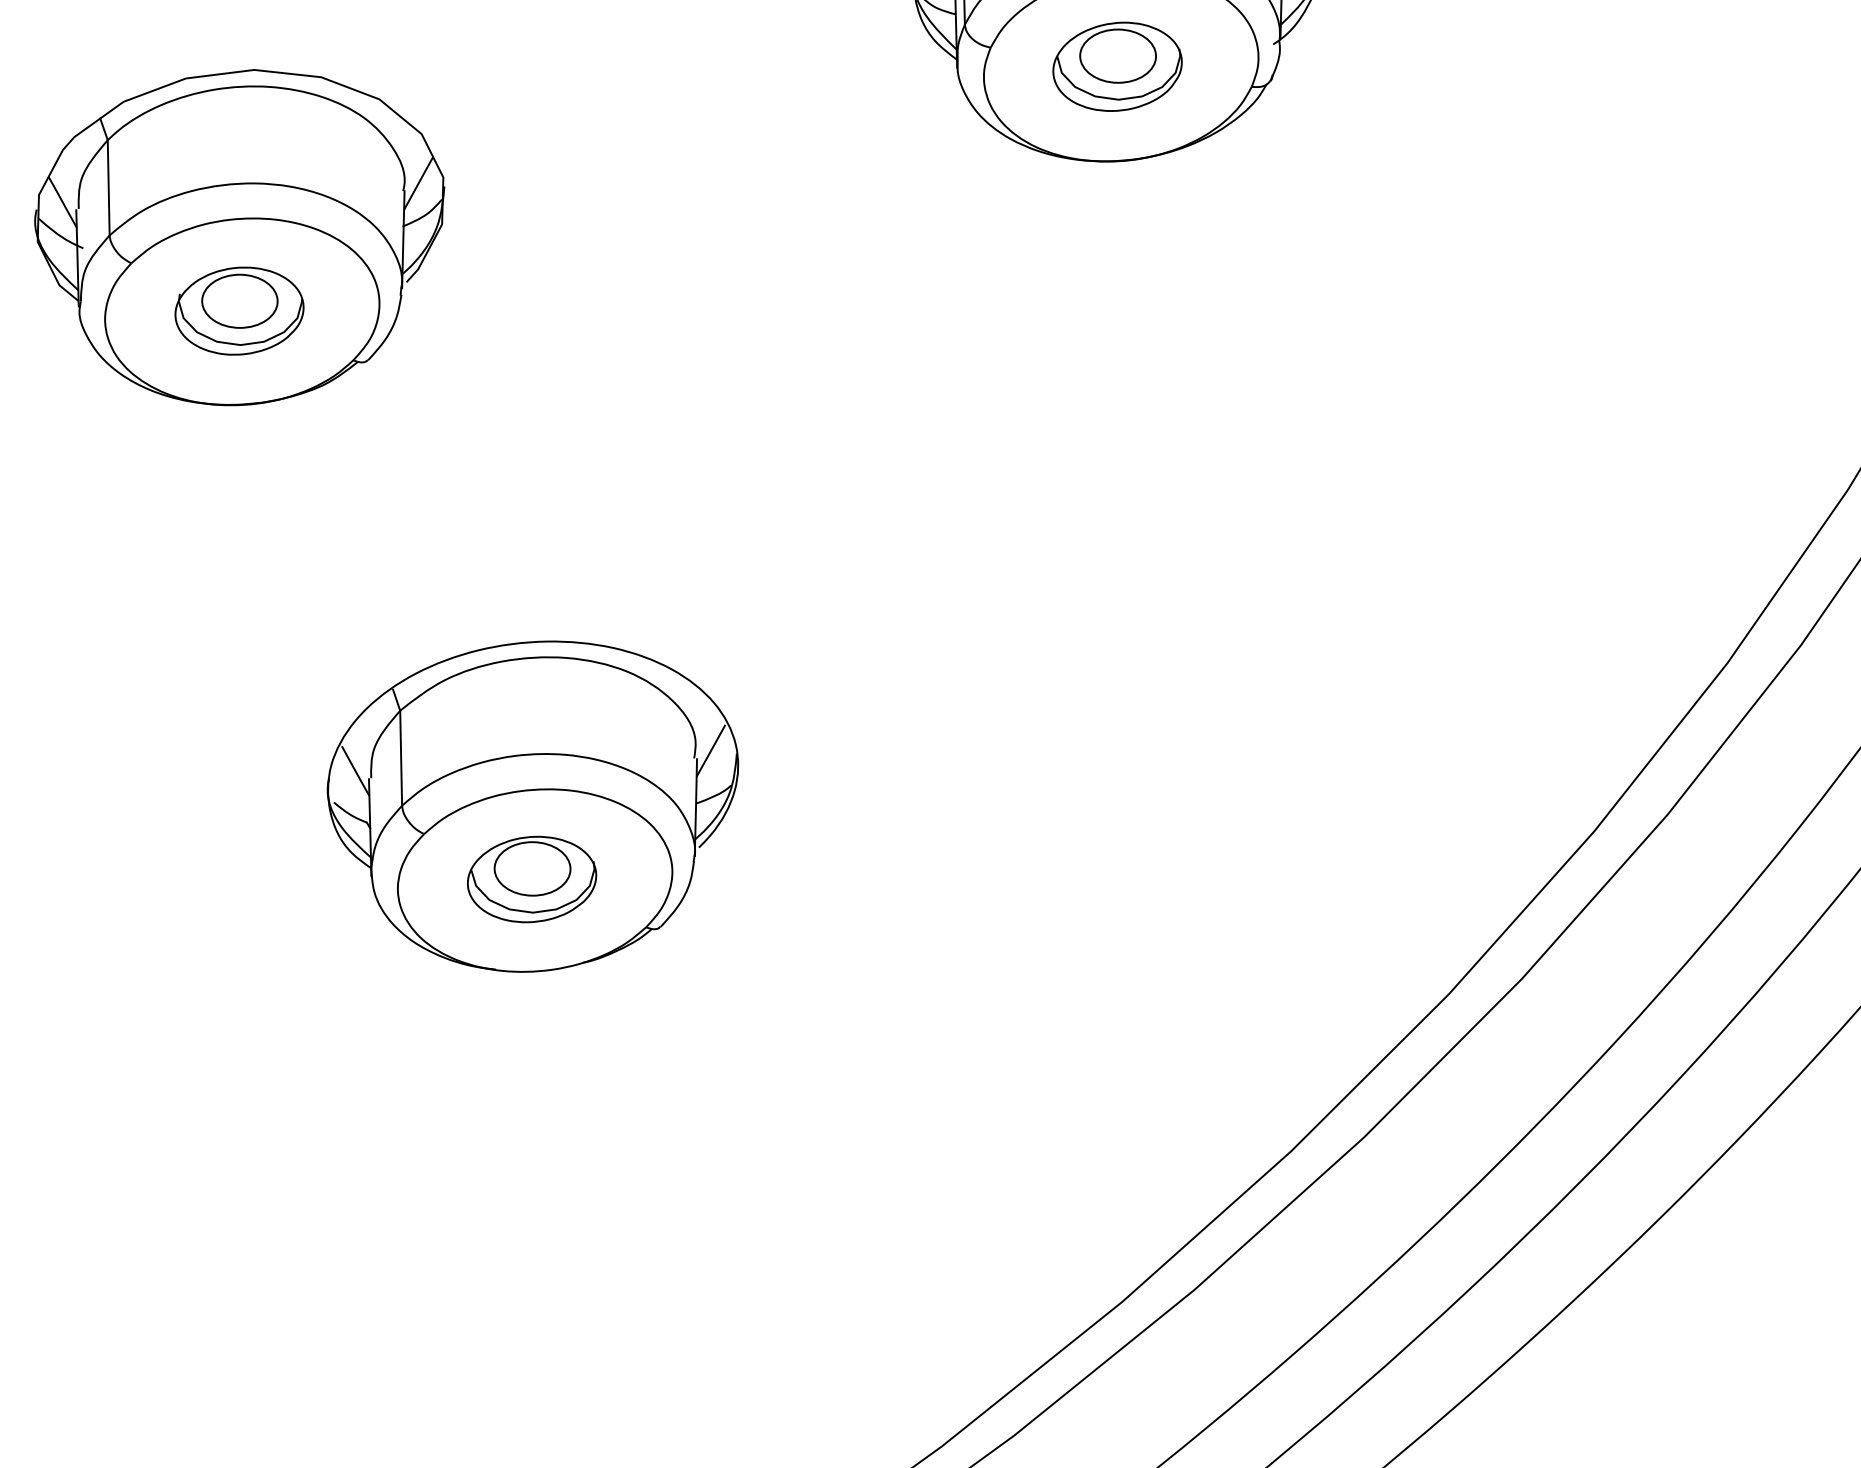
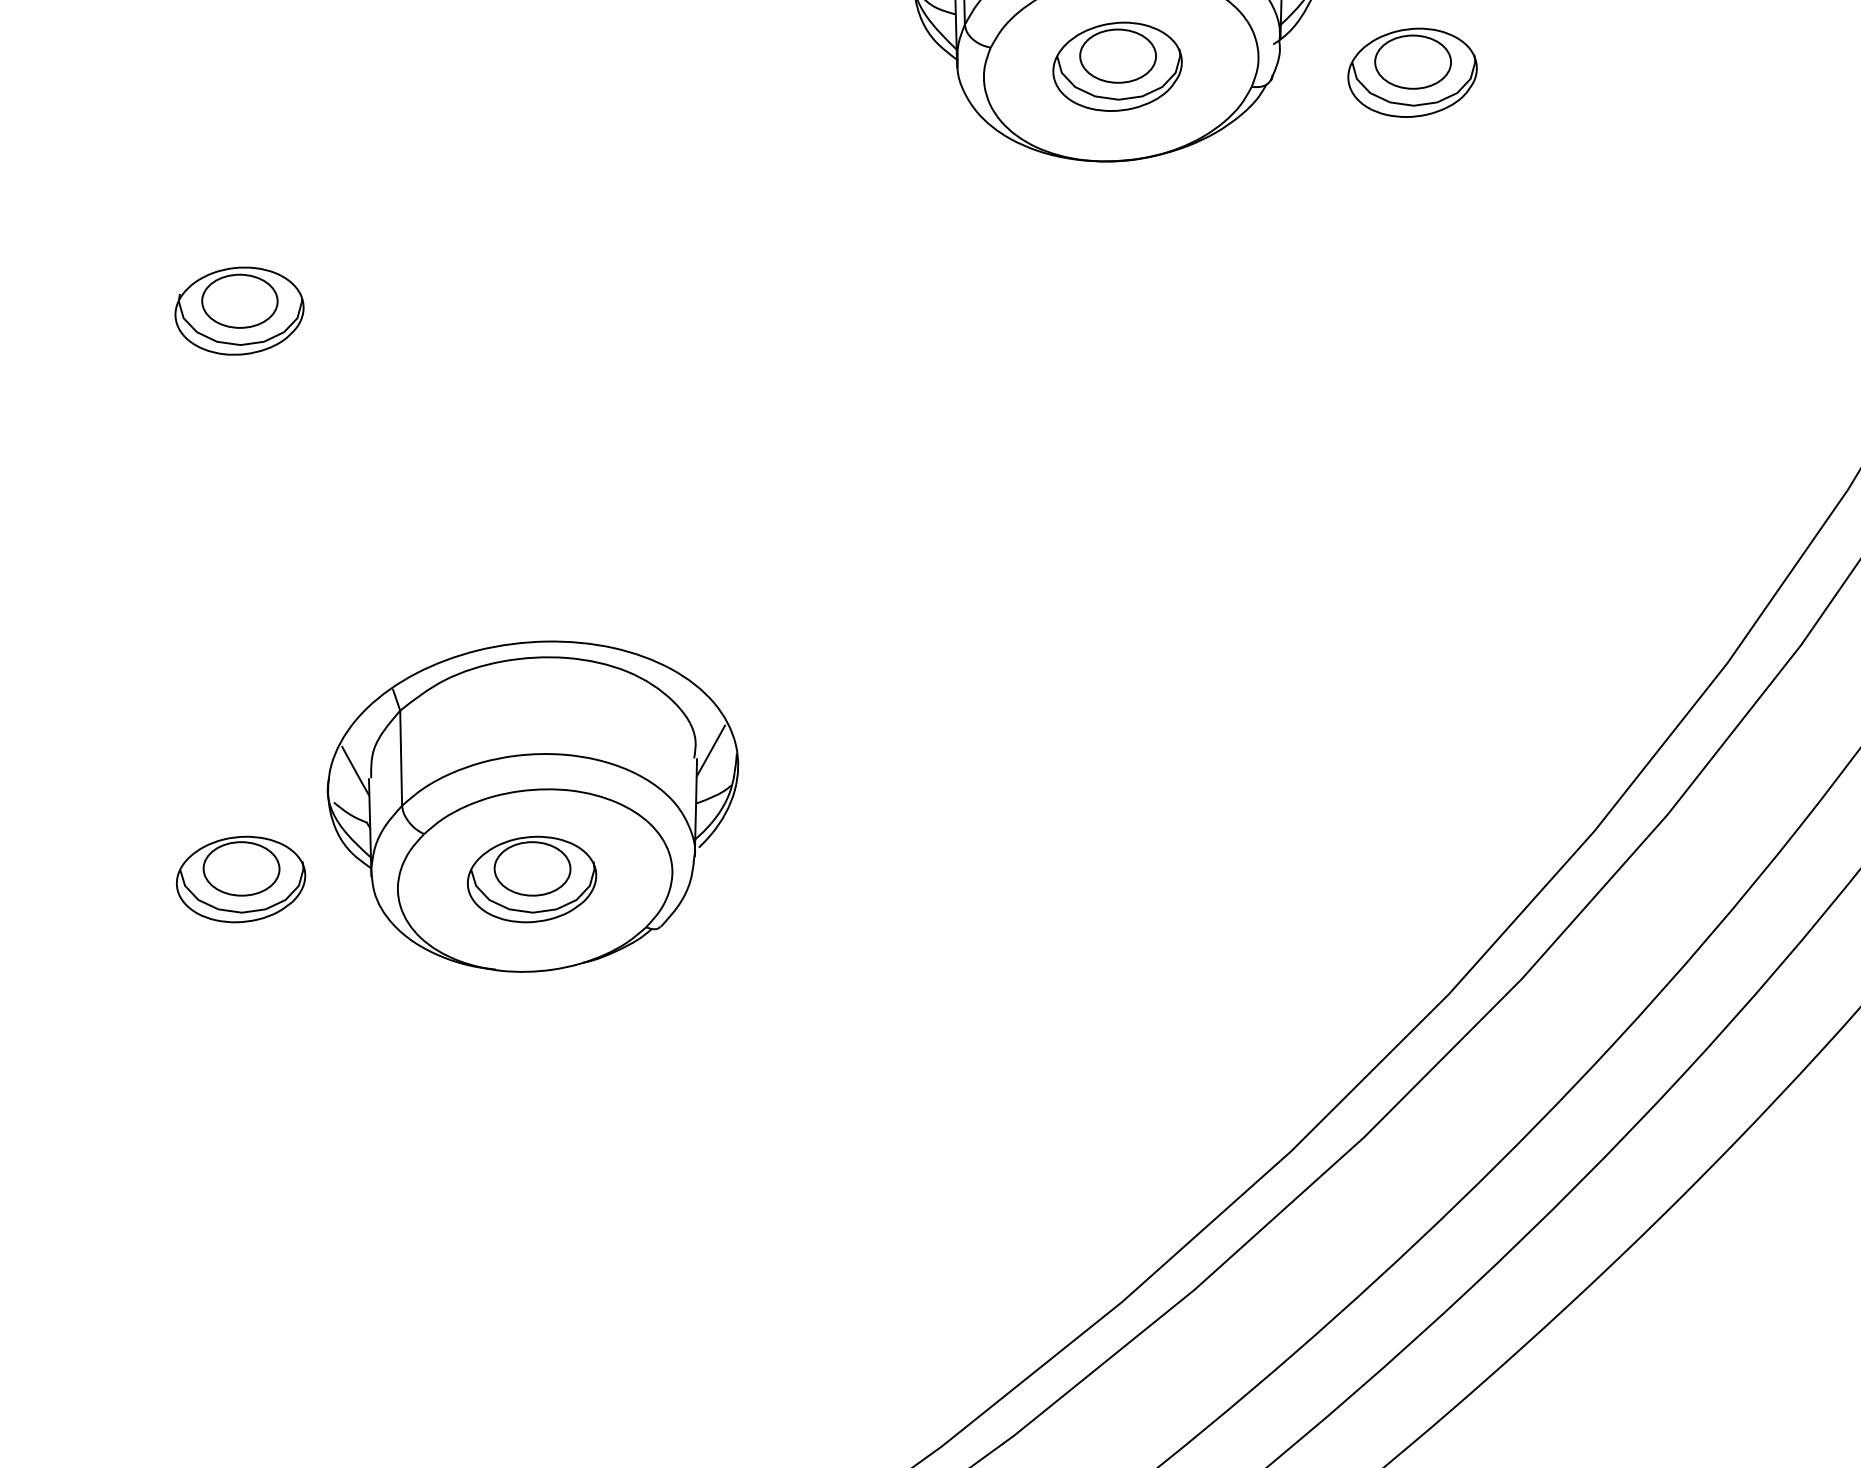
part at (1412, 72): none -> present
part at (239, 237): present -> none
part at (241, 879): none -> present
